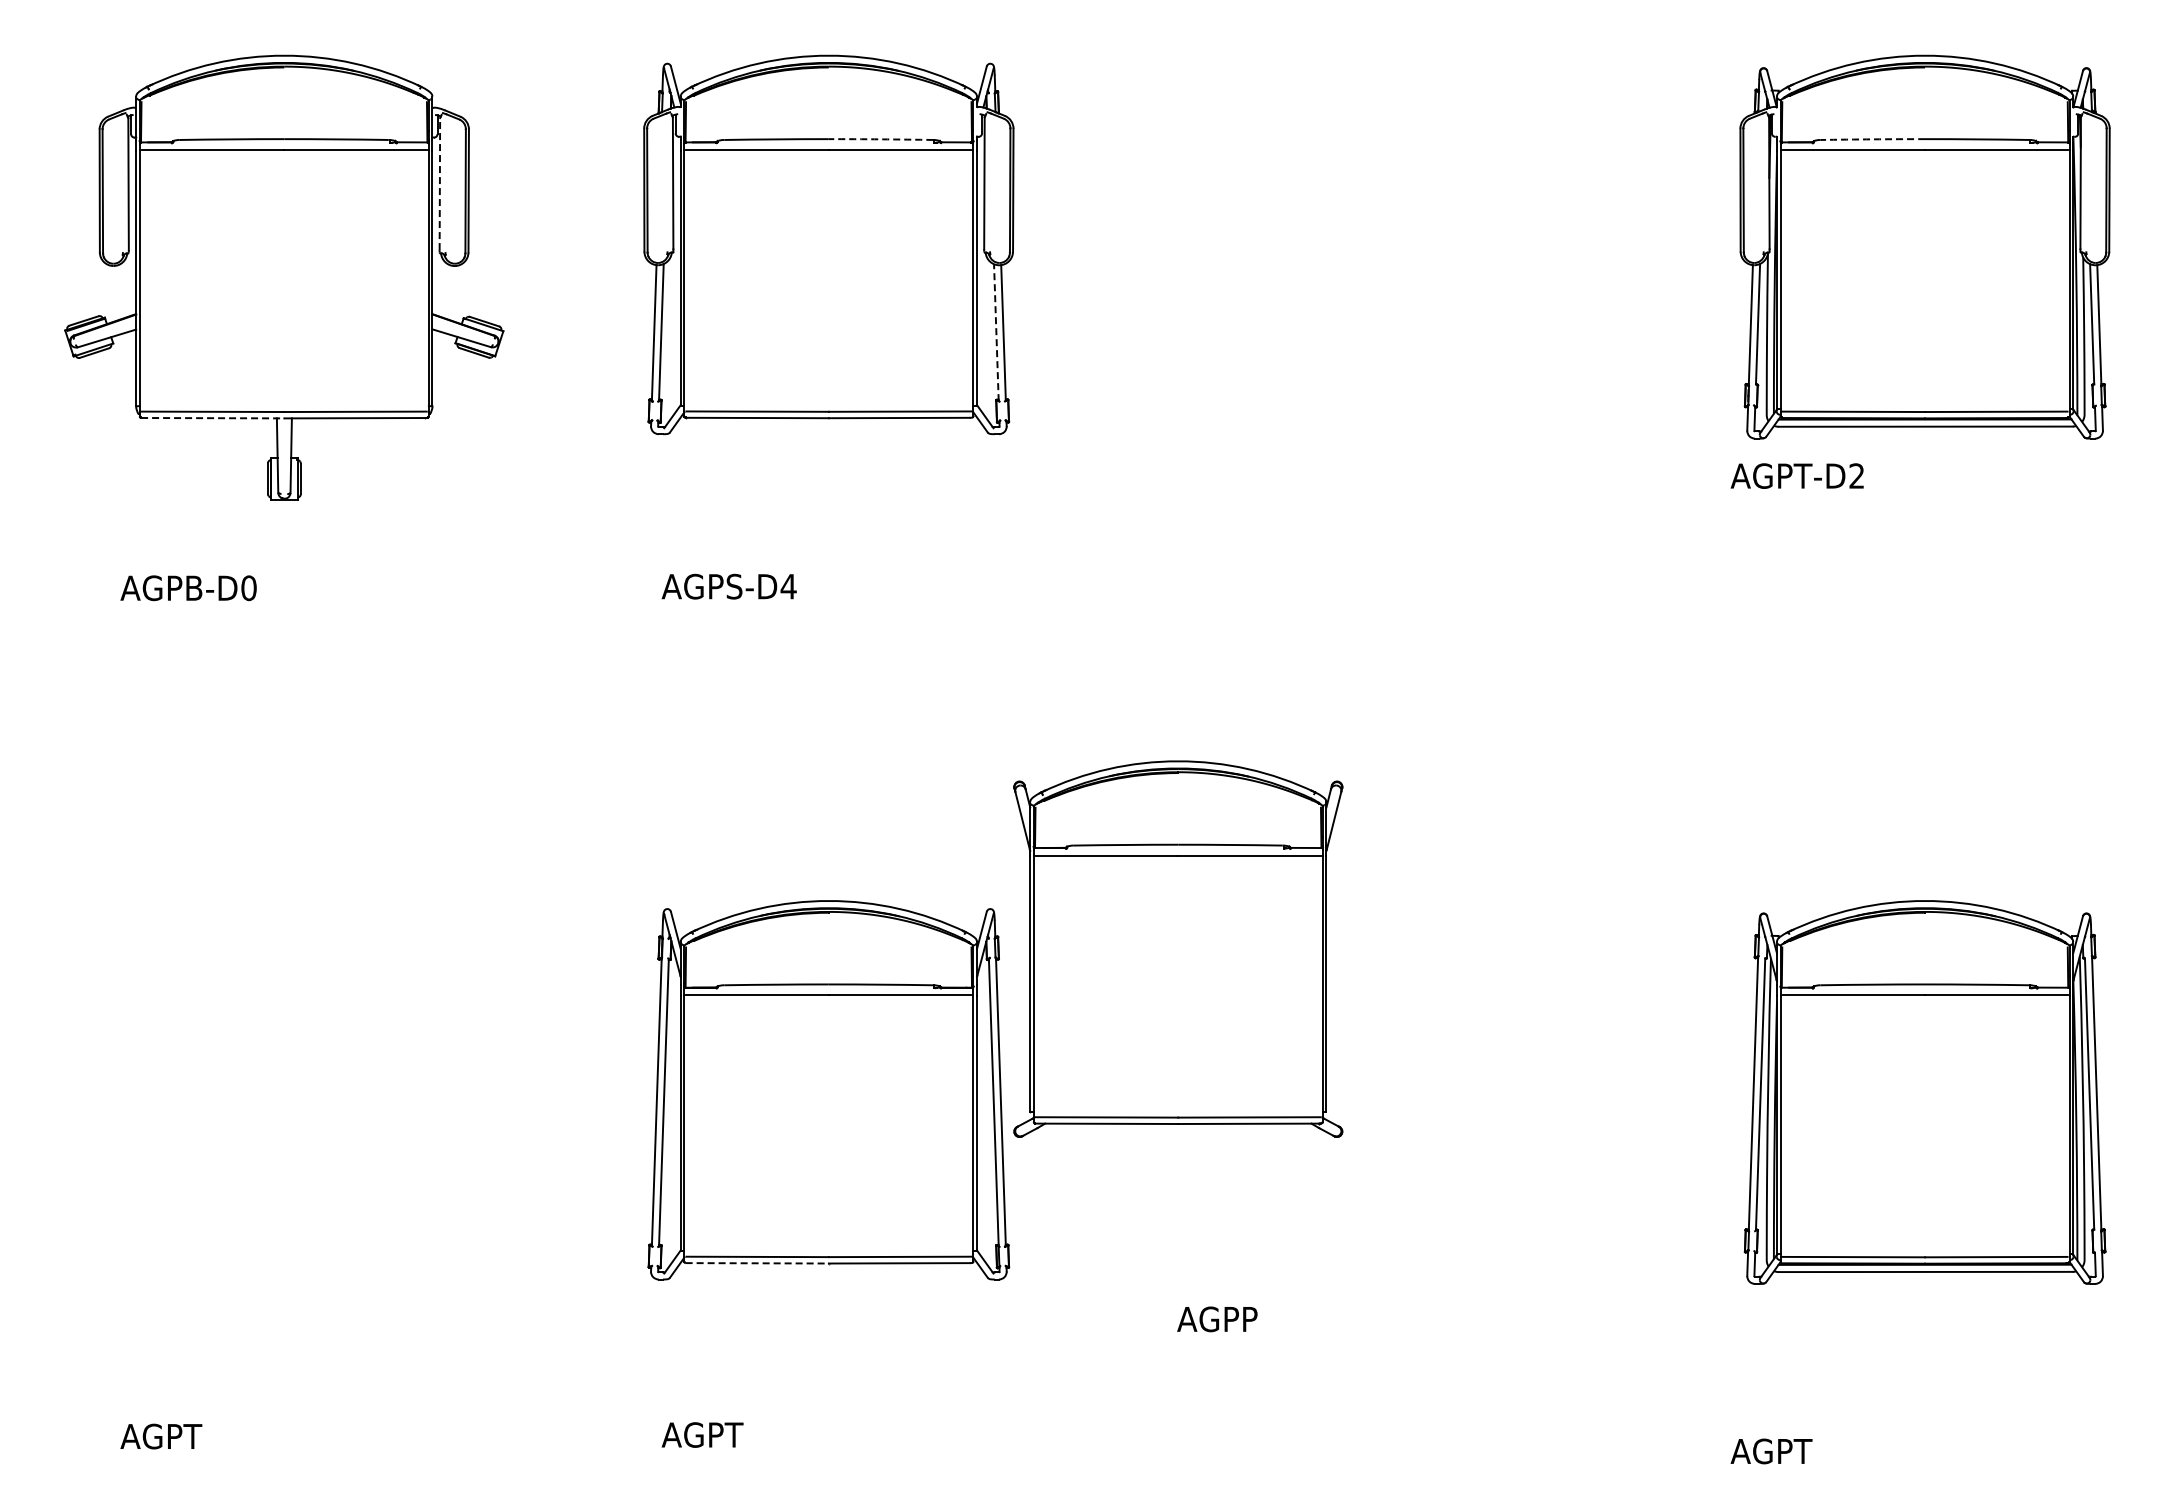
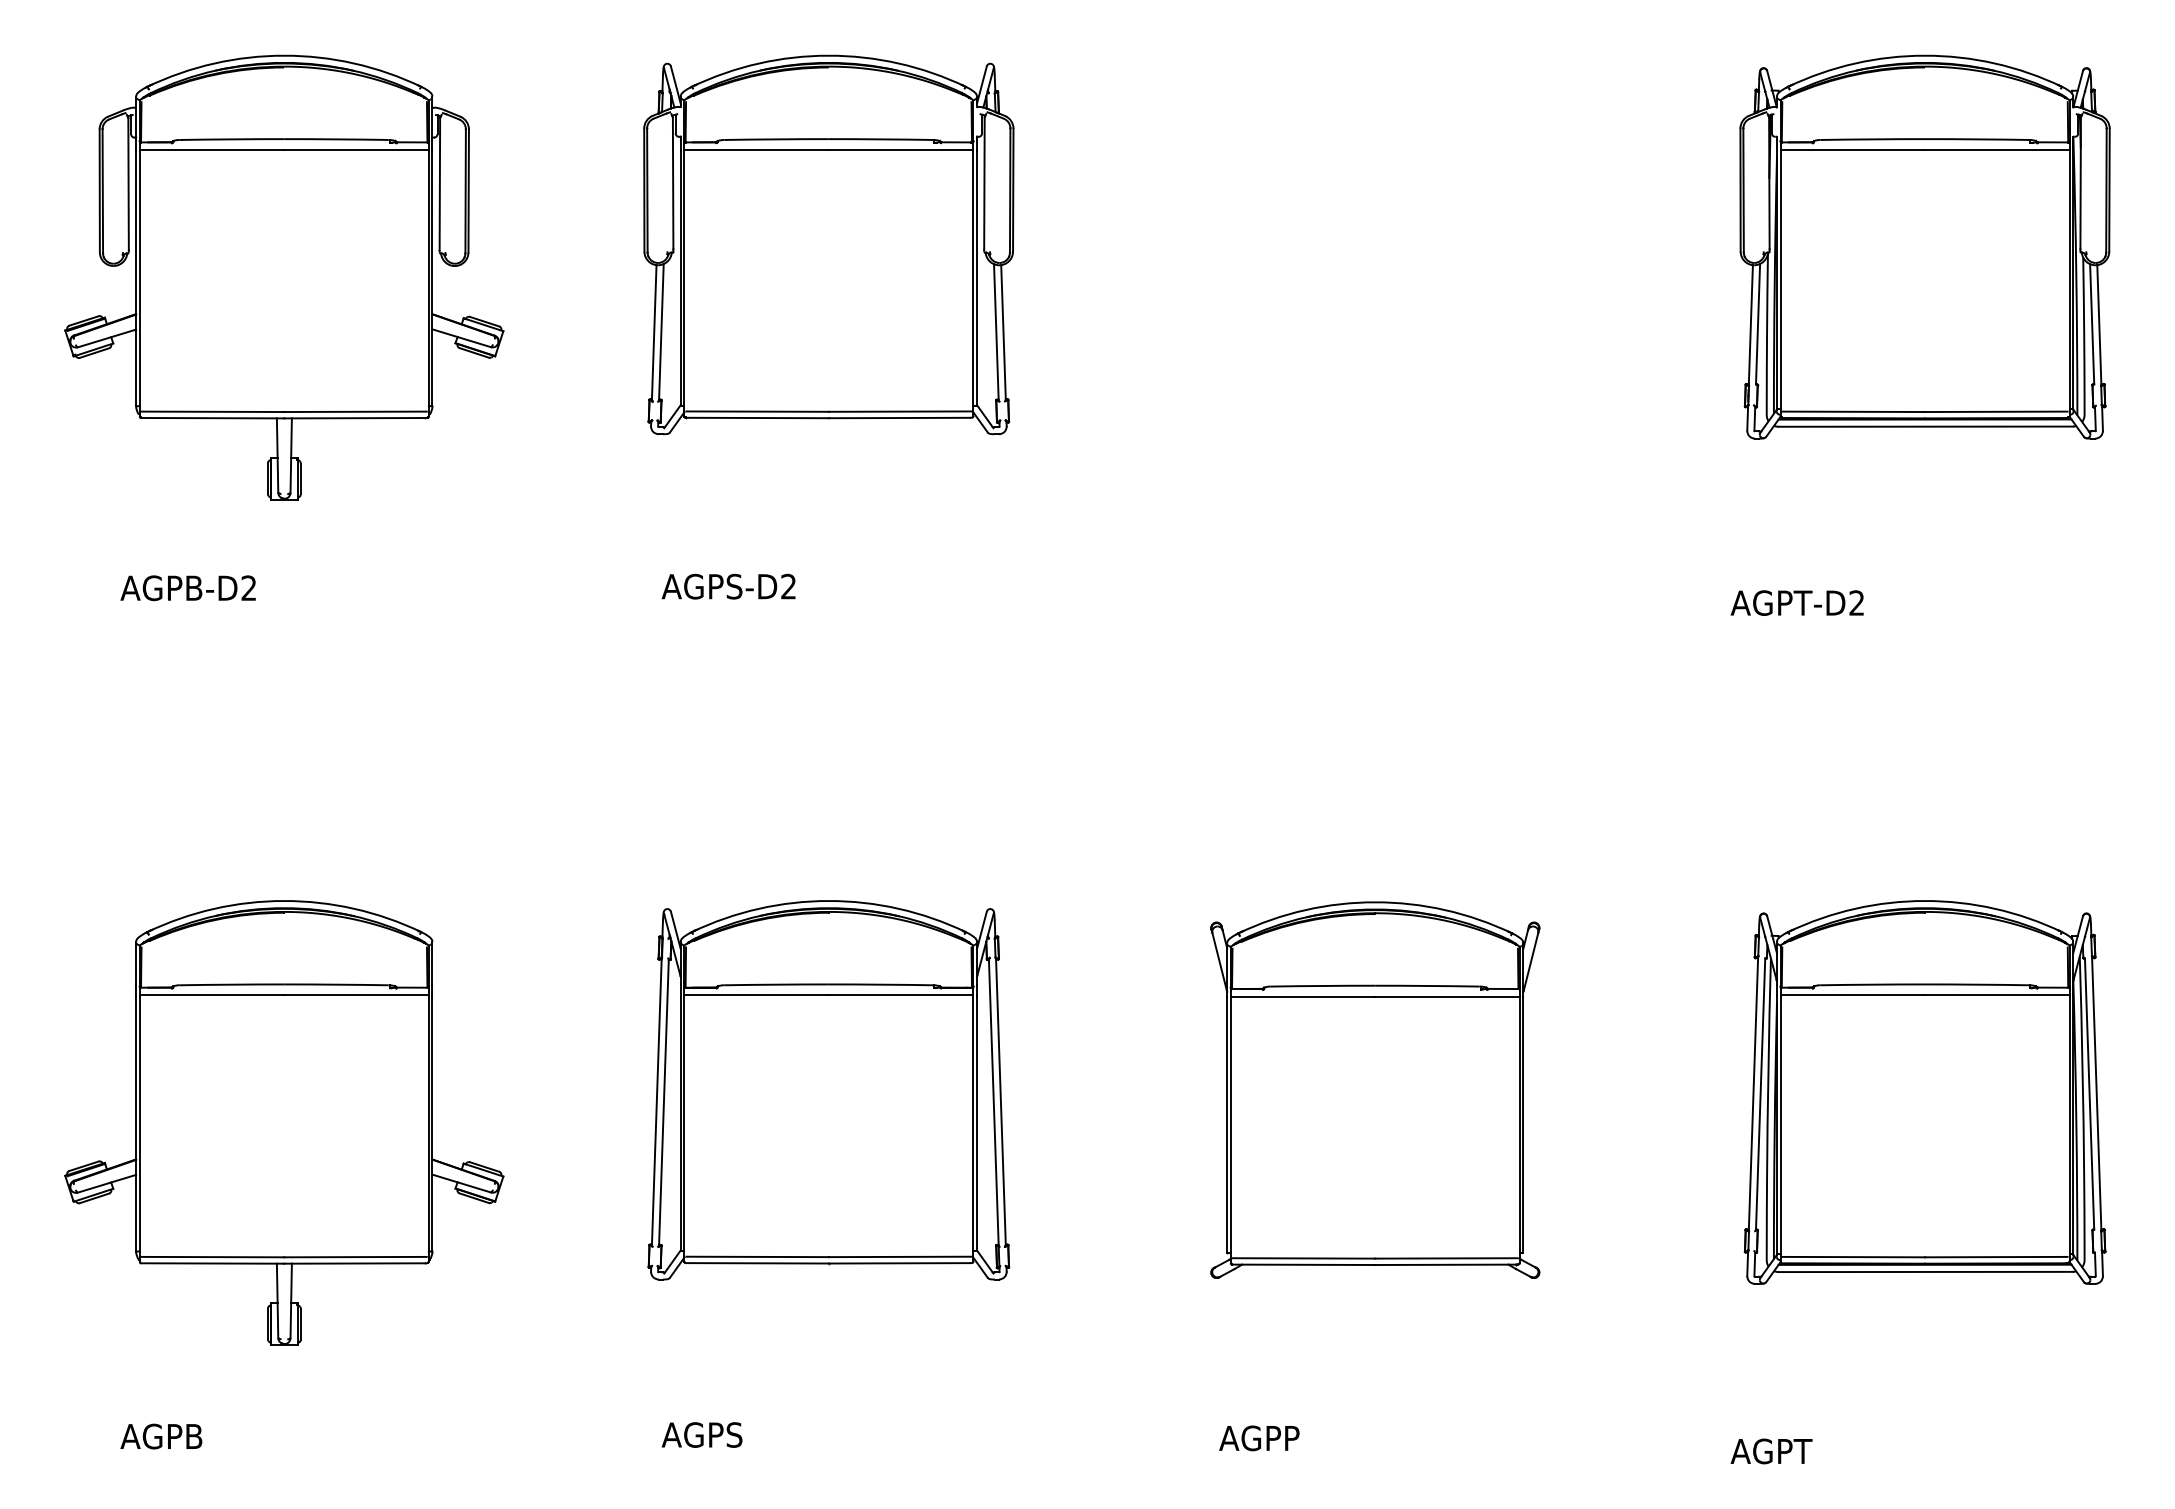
arc at (881, 139): dashed -> solid
arc at (1872, 139): dashed -> solid
line at (439, 183): dashed -> solid
line at (996, 332): dashed -> solid
line at (212, 418): dashed -> solid
text at (1796, 475) position: (1796, 475) -> (1796, 602)
text at (788, 586): AGPS-D4 -> AGPS-D2
text at (248, 588): AGPB-D0 -> AGPB-D2
part at (1178, 948) position: (1178, 948) -> (1375, 1089)
part at (284, 1122): none -> present
line at (757, 1263): dashed -> solid
text at (1217, 1319) position: (1217, 1319) -> (1259, 1438)
text at (733, 1434): AGPT -> AGPS
text at (192, 1436): AGPT -> AGPB
